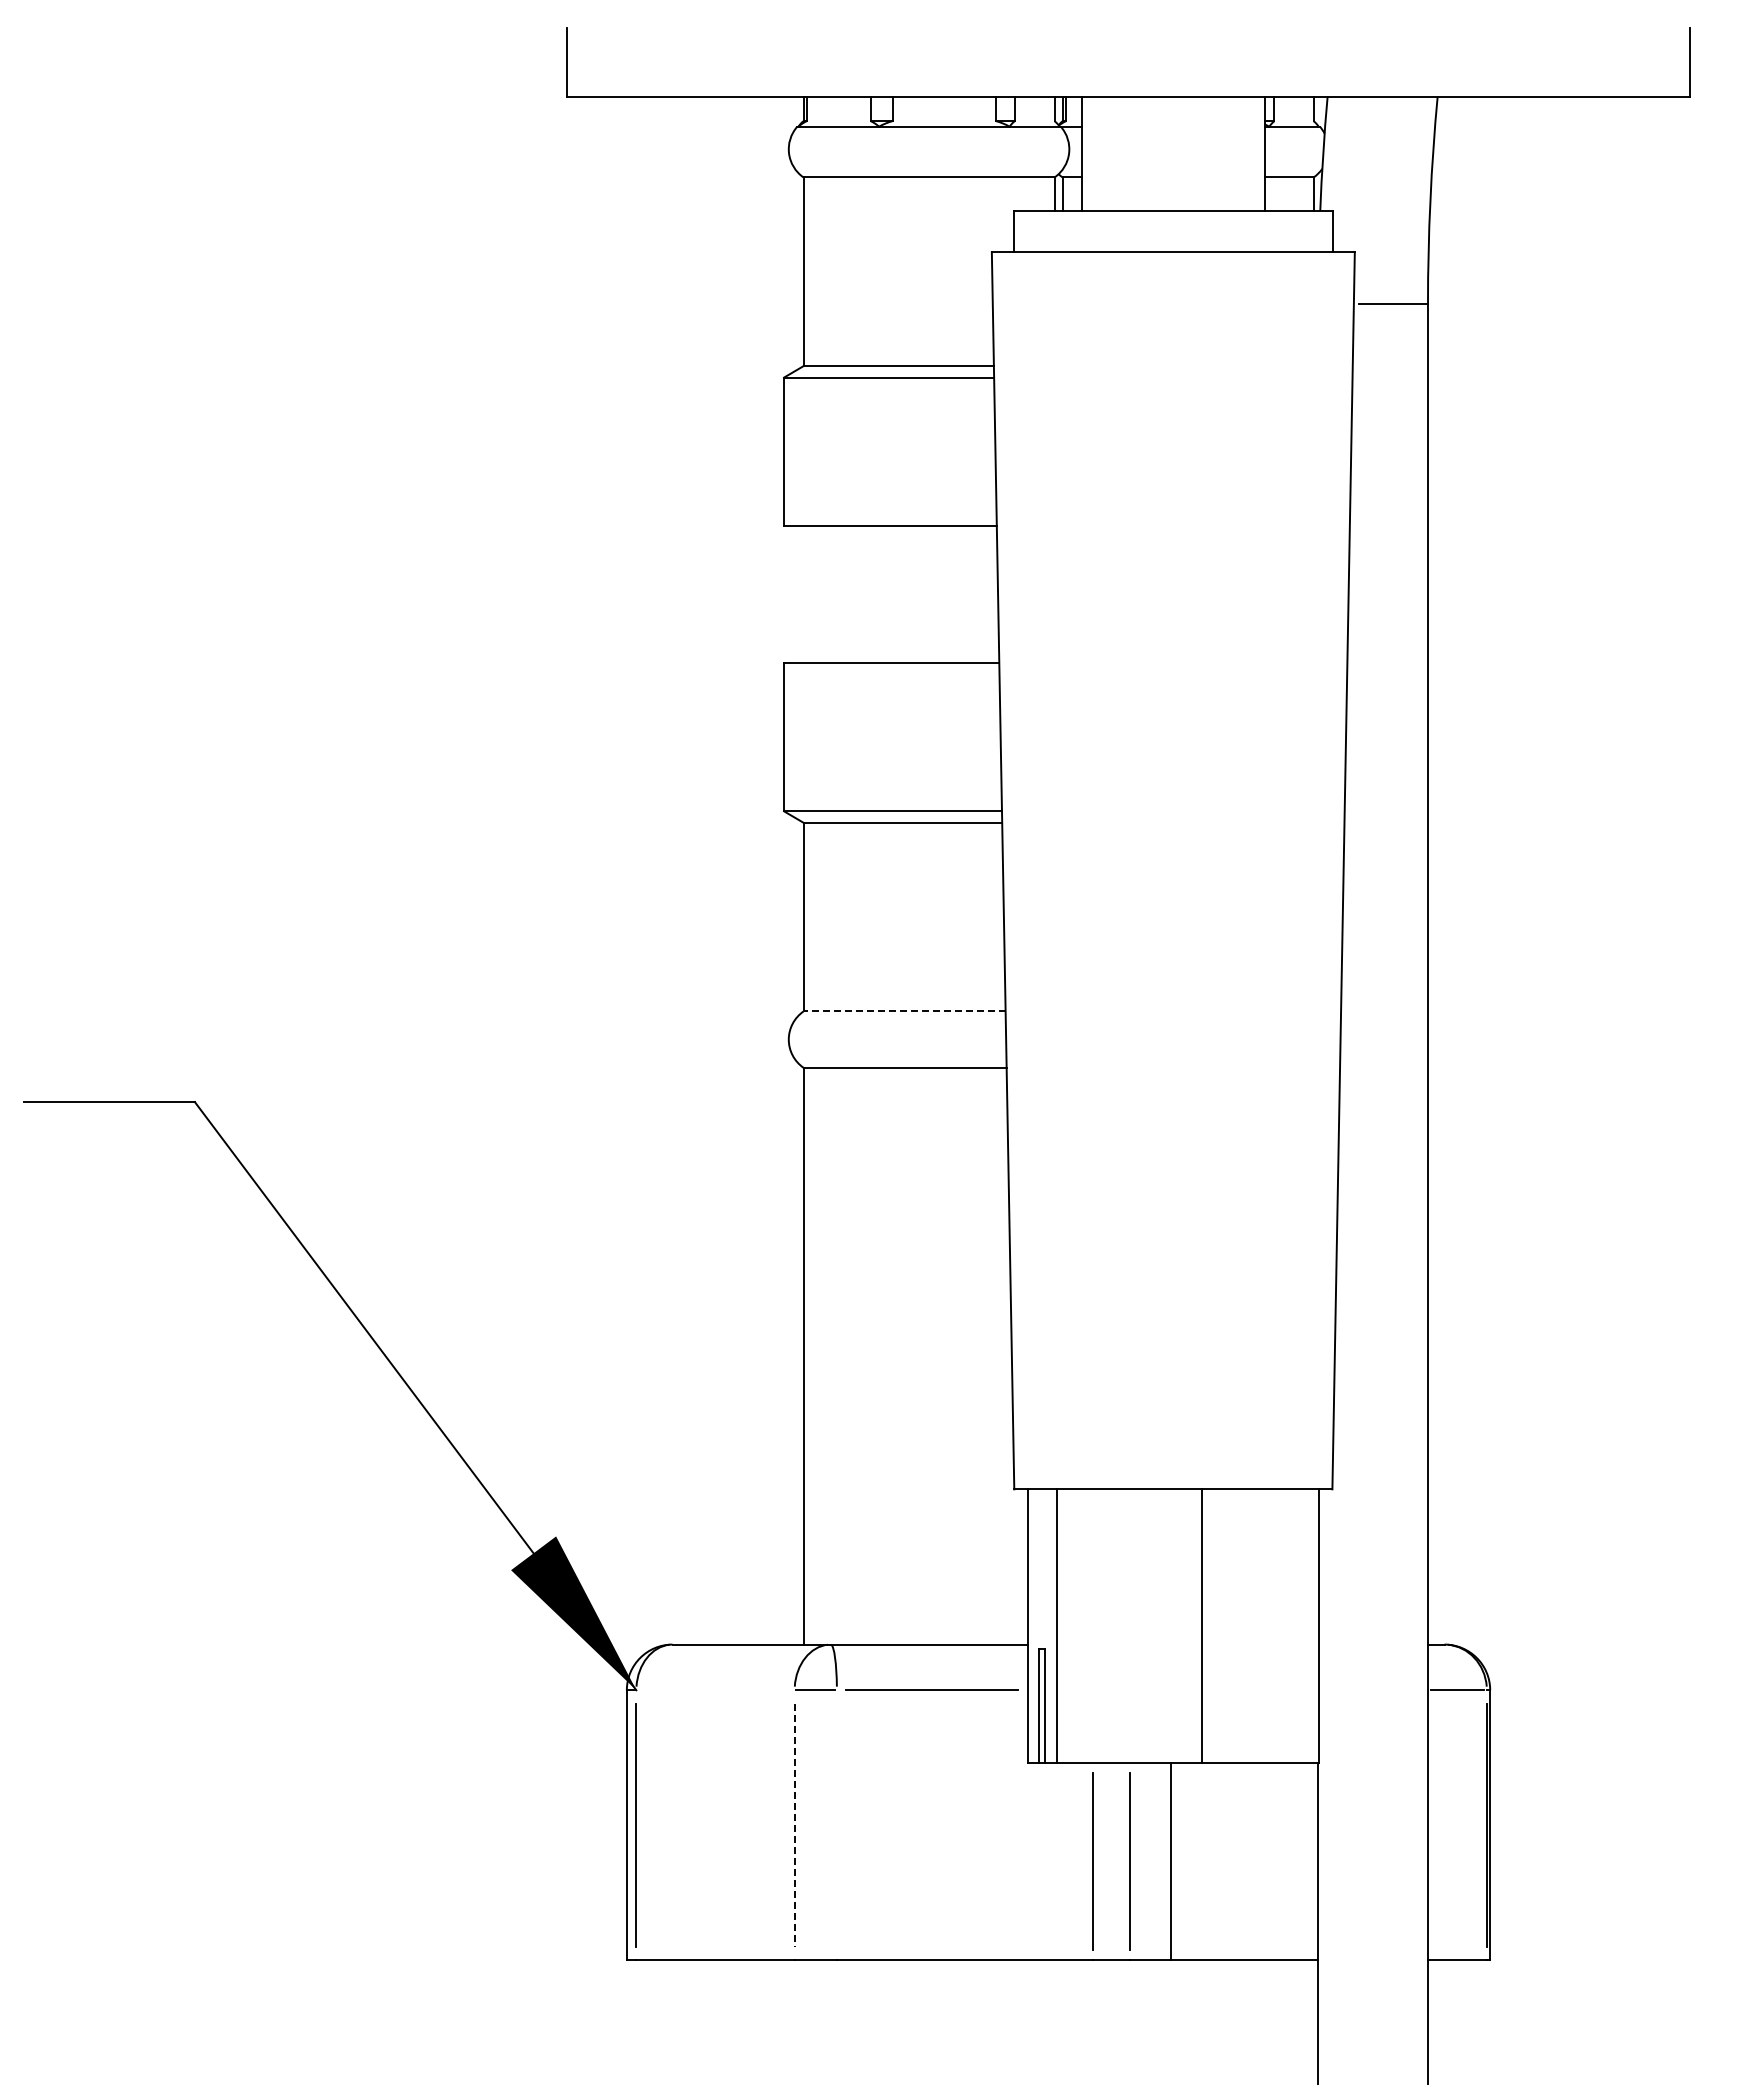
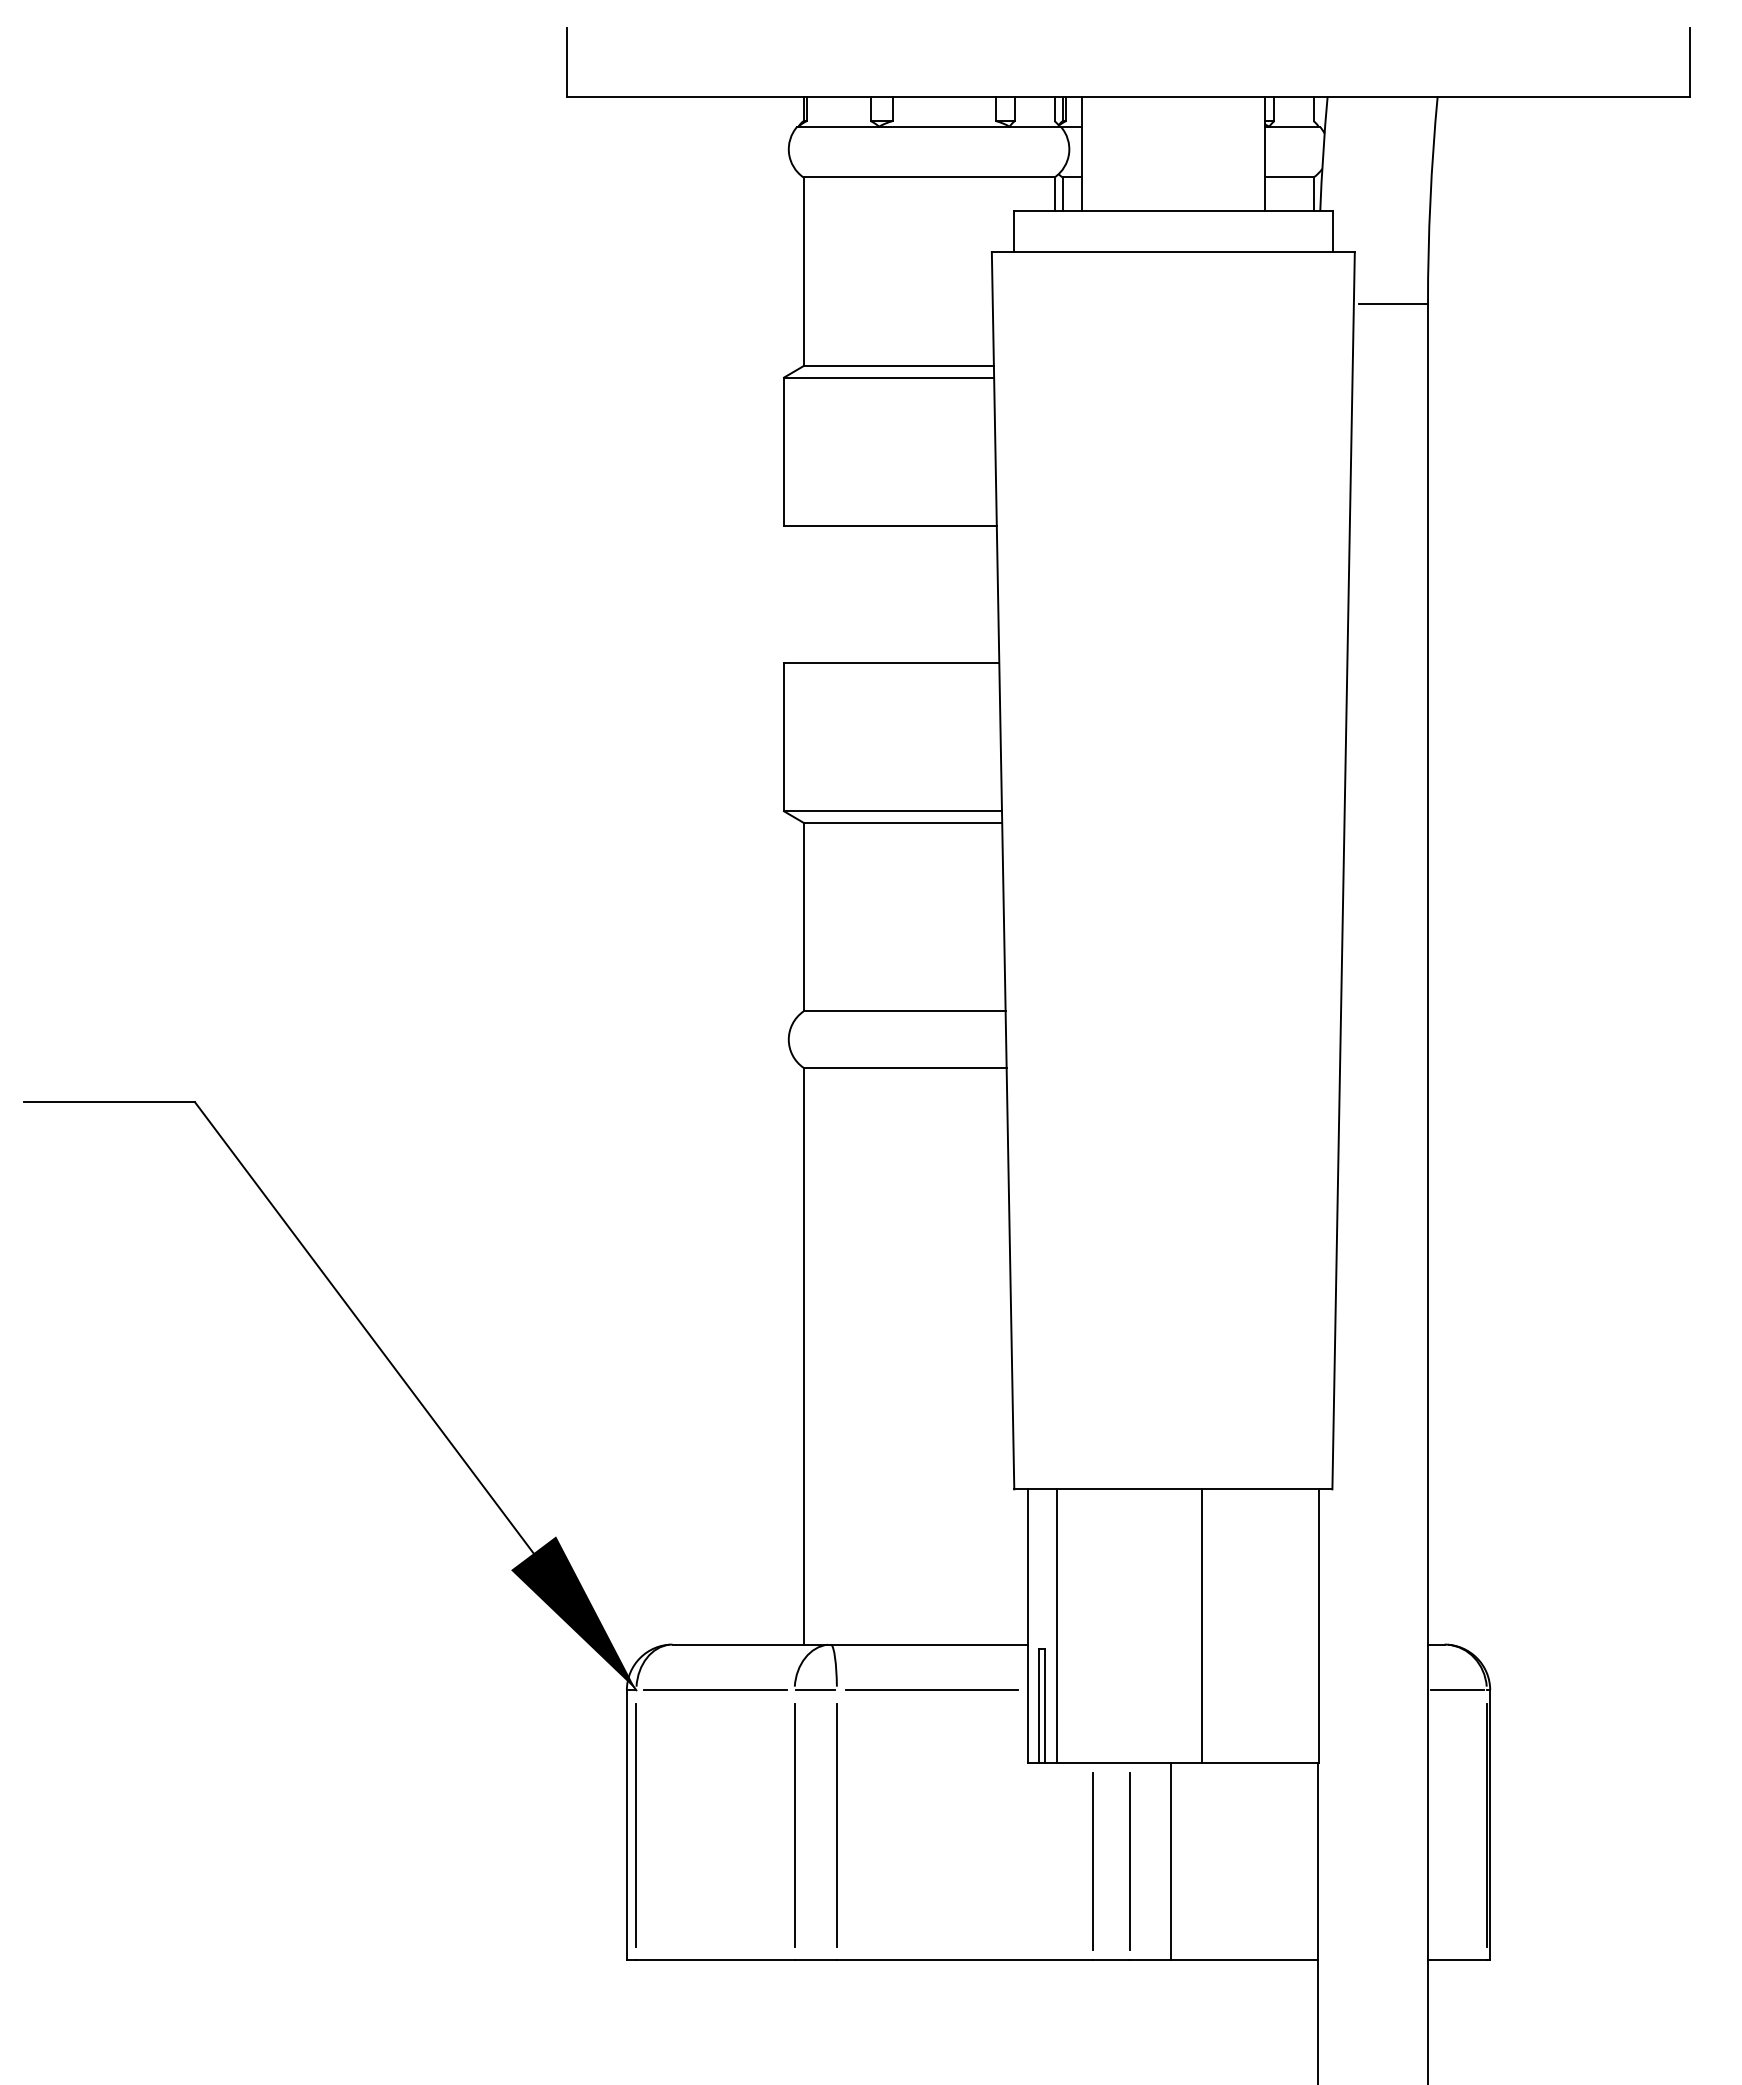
line at (904, 1011): dashed -> solid
line at (715, 1690): none -> present
line at (836, 1824): none -> present
line at (794, 1825): dashed -> solid
